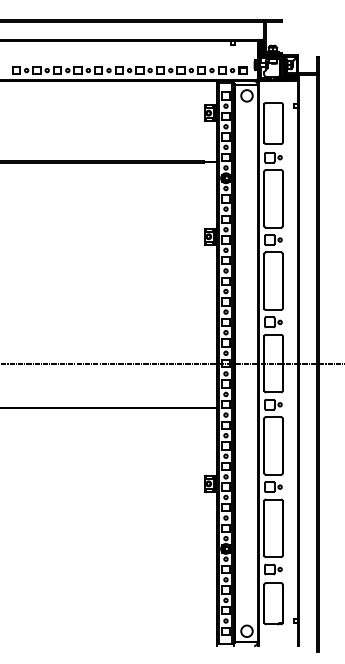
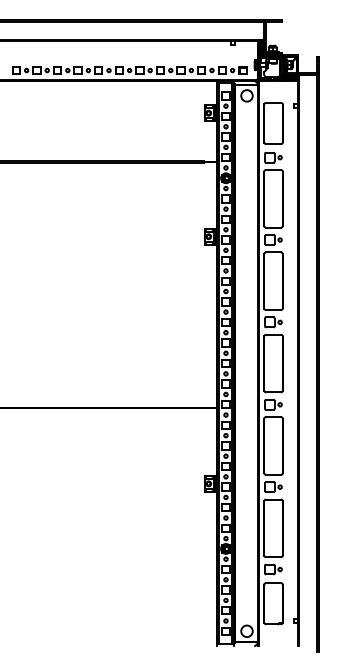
line at (171, 363): present -> none
